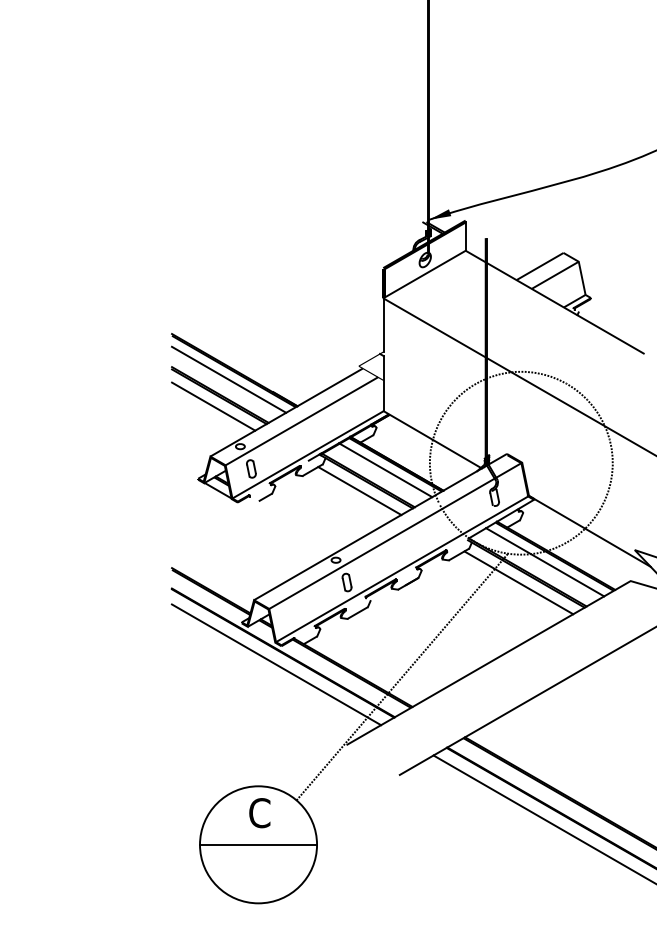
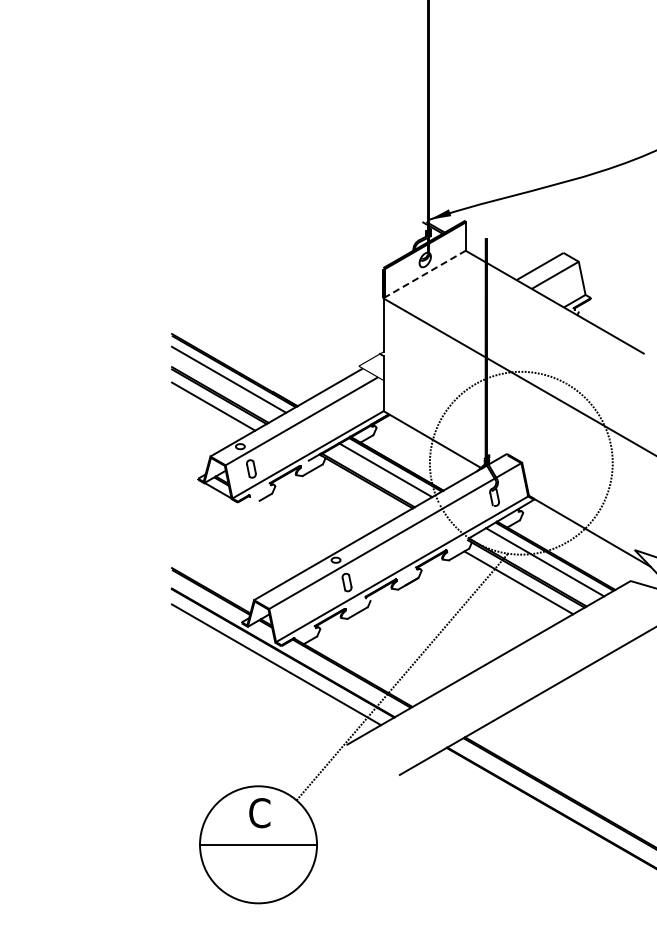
line at (424, 274): solid -> dashed
line at (359, 491): present -> none
line at (543, 818): present -> none
